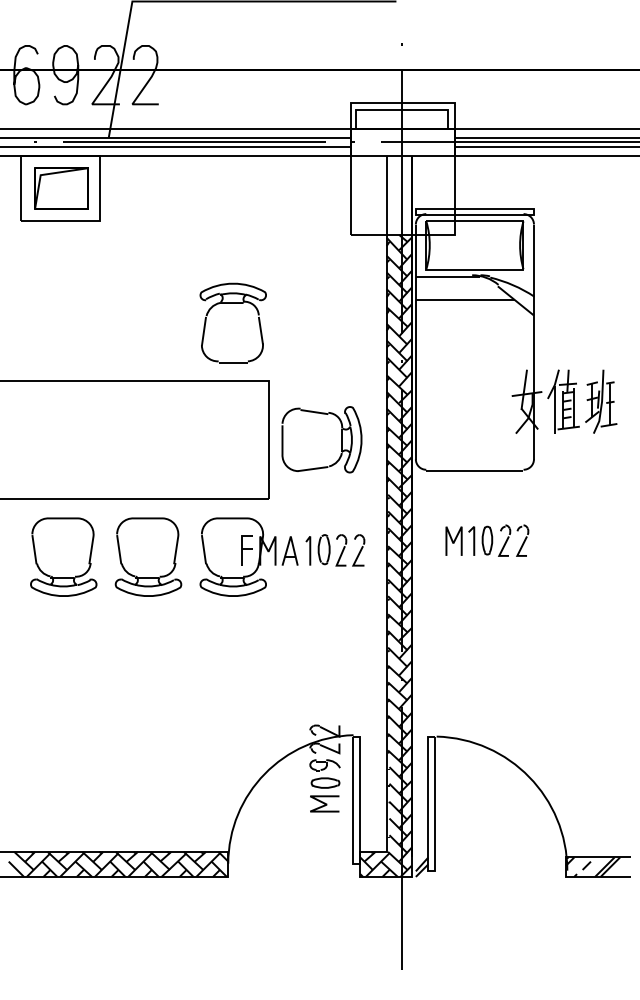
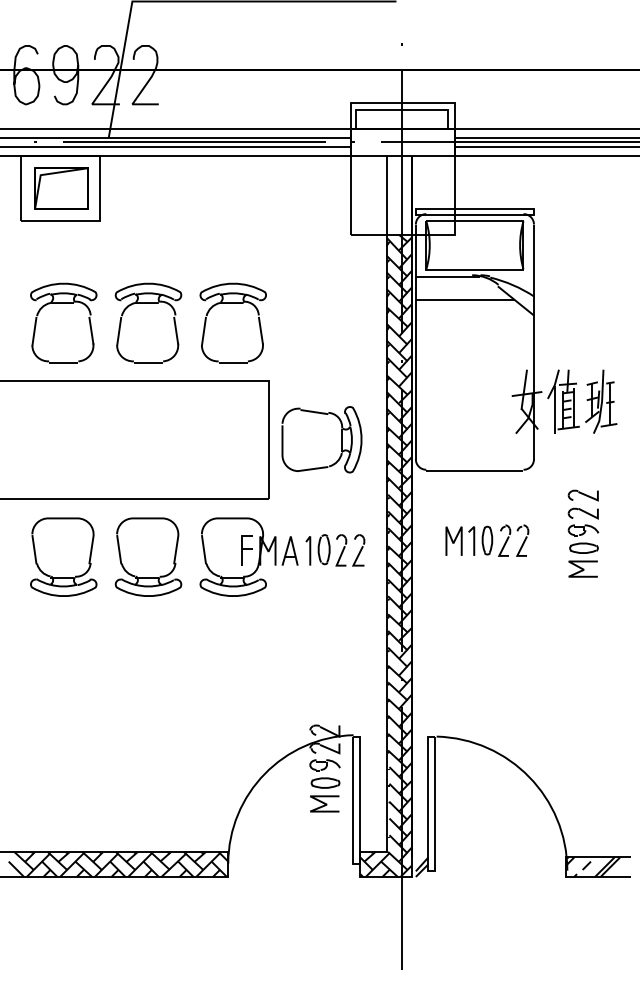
part at (63, 303): none -> present
part at (148, 322): none -> present
part at (583, 533): none -> present
